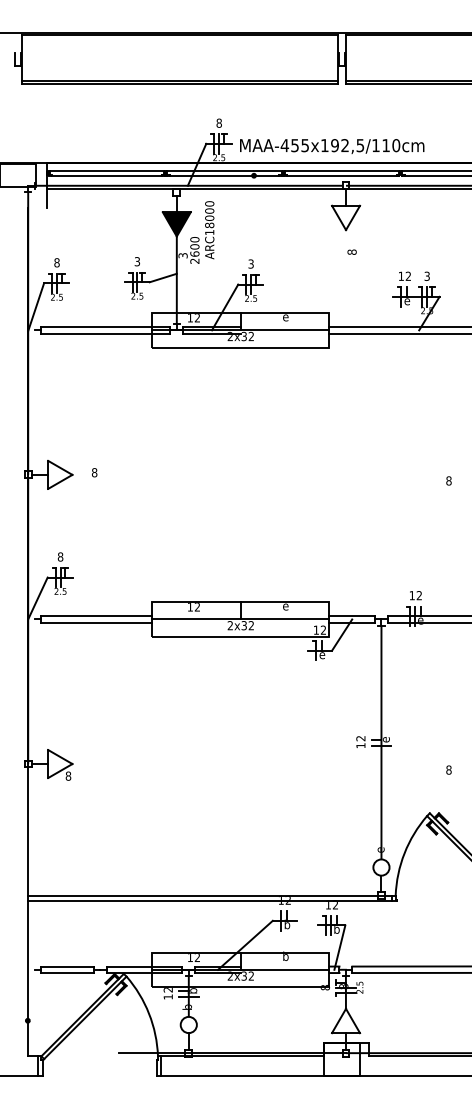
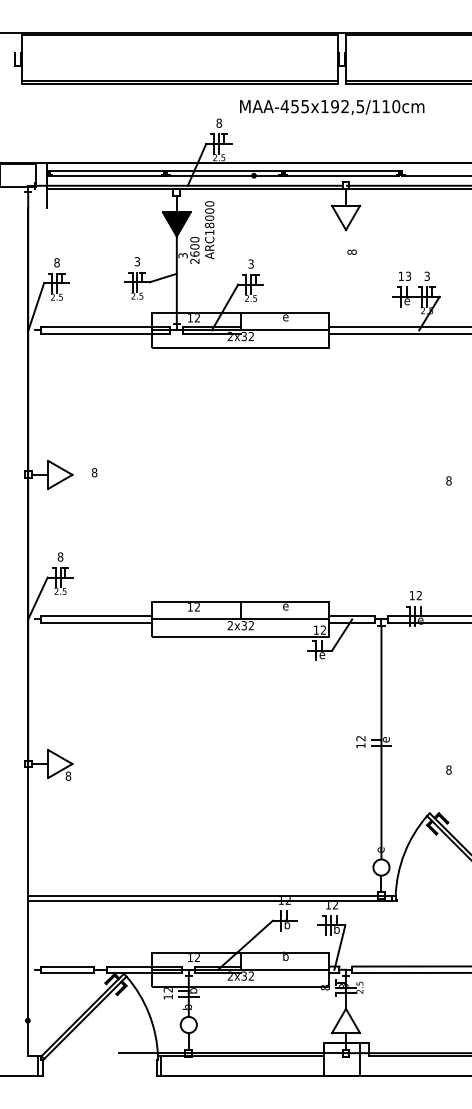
text at (332, 146) position: (332, 146) -> (332, 107)
line at (435, 171): present -> none
text at (408, 276): 12 -> 13
